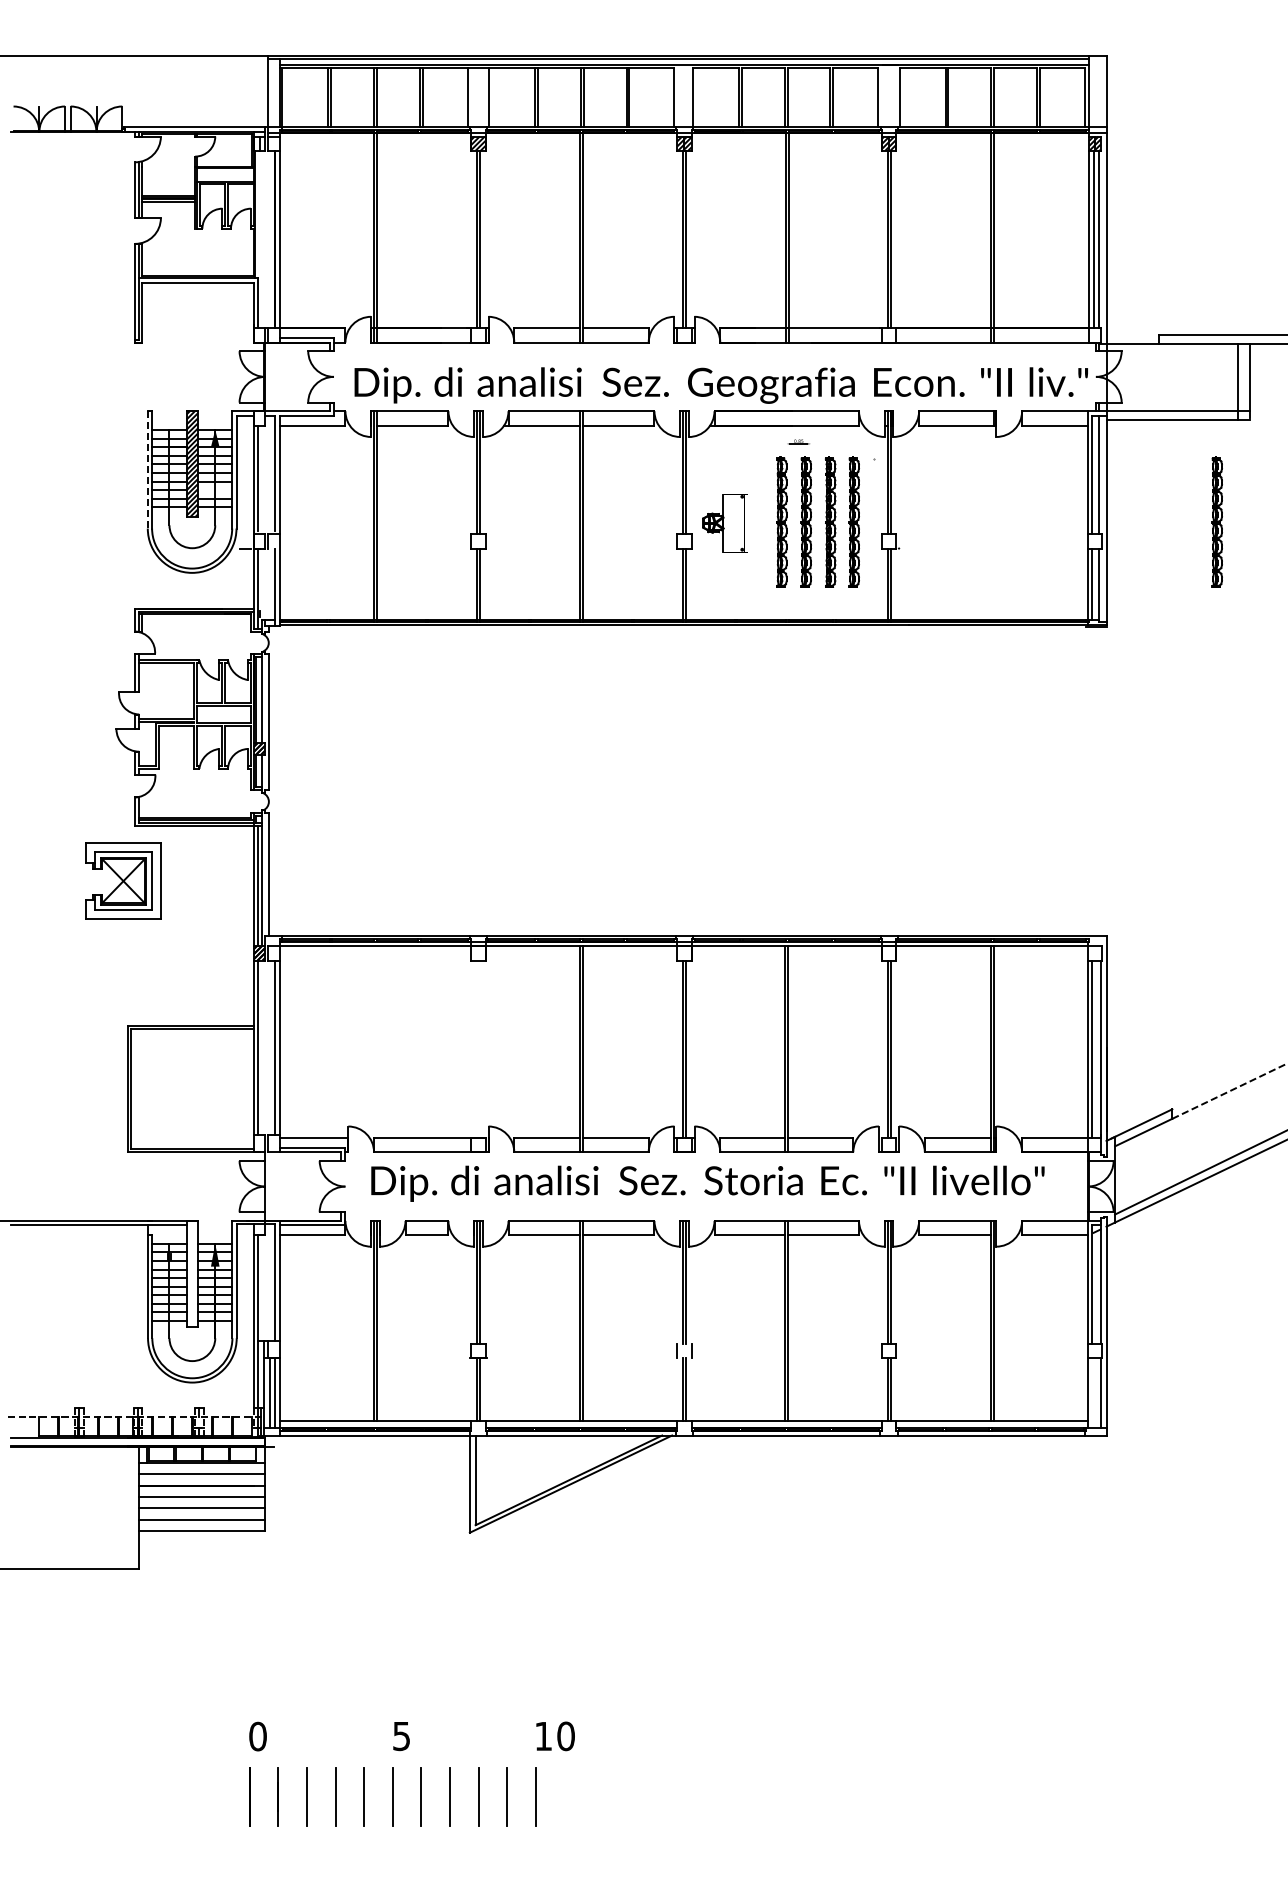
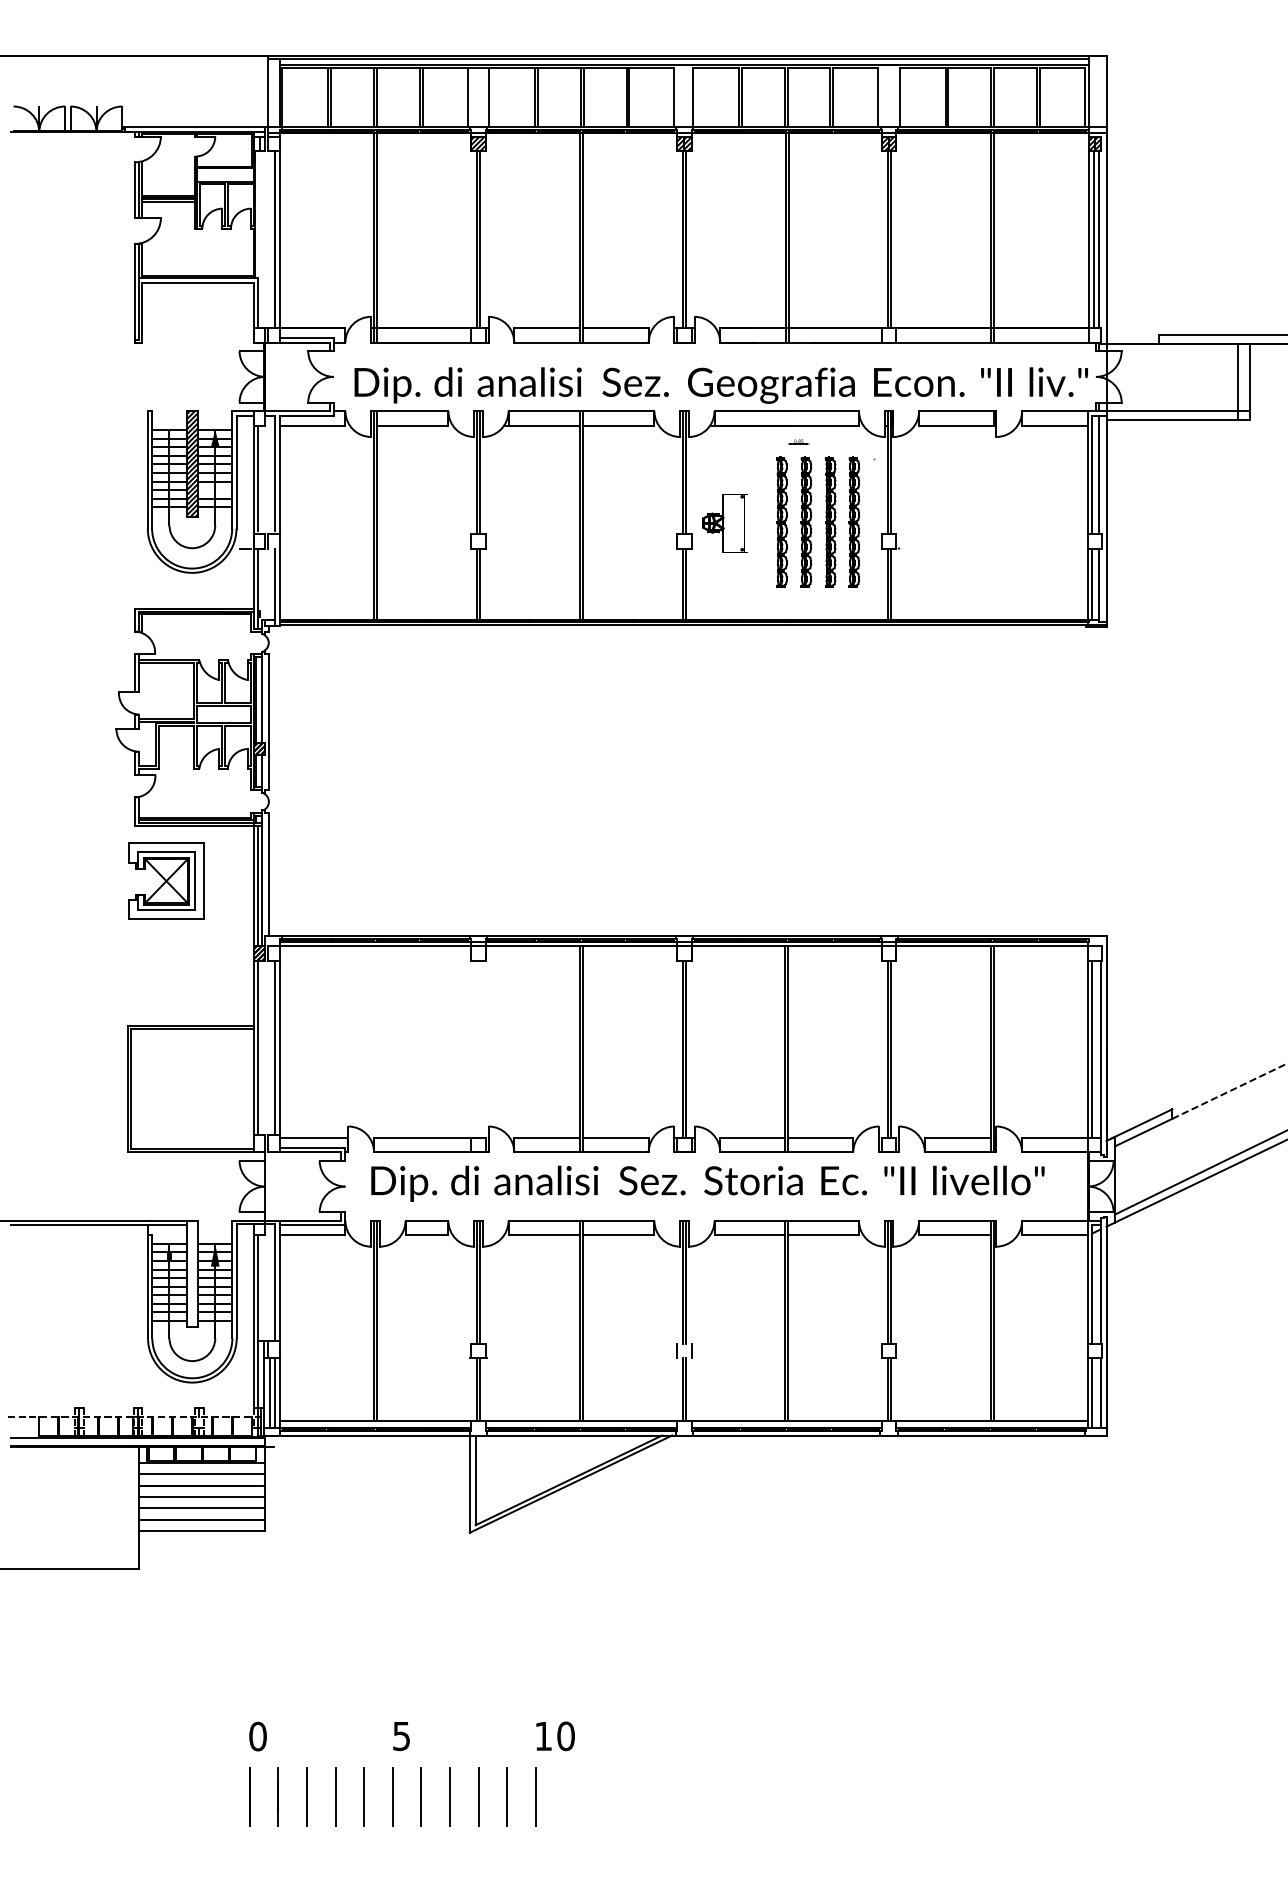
line at (147, 469): dashed -> solid
part at (1216, 521): present -> none
part at (123, 880) position: (123, 880) -> (166, 880)
line at (1092, 1393): none -> present
